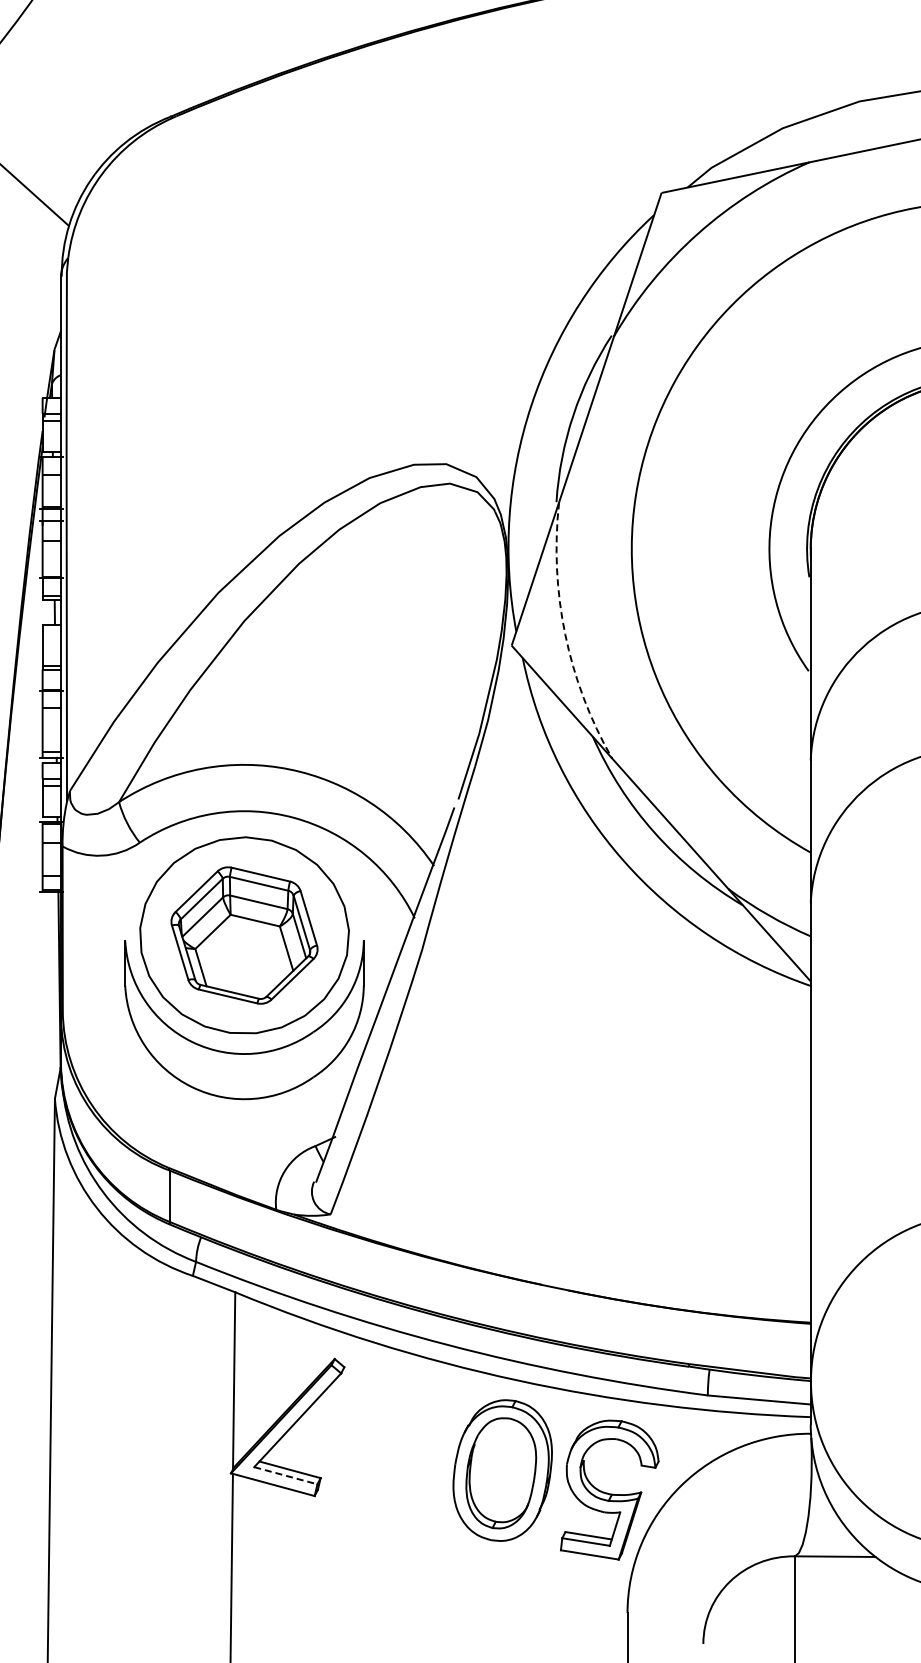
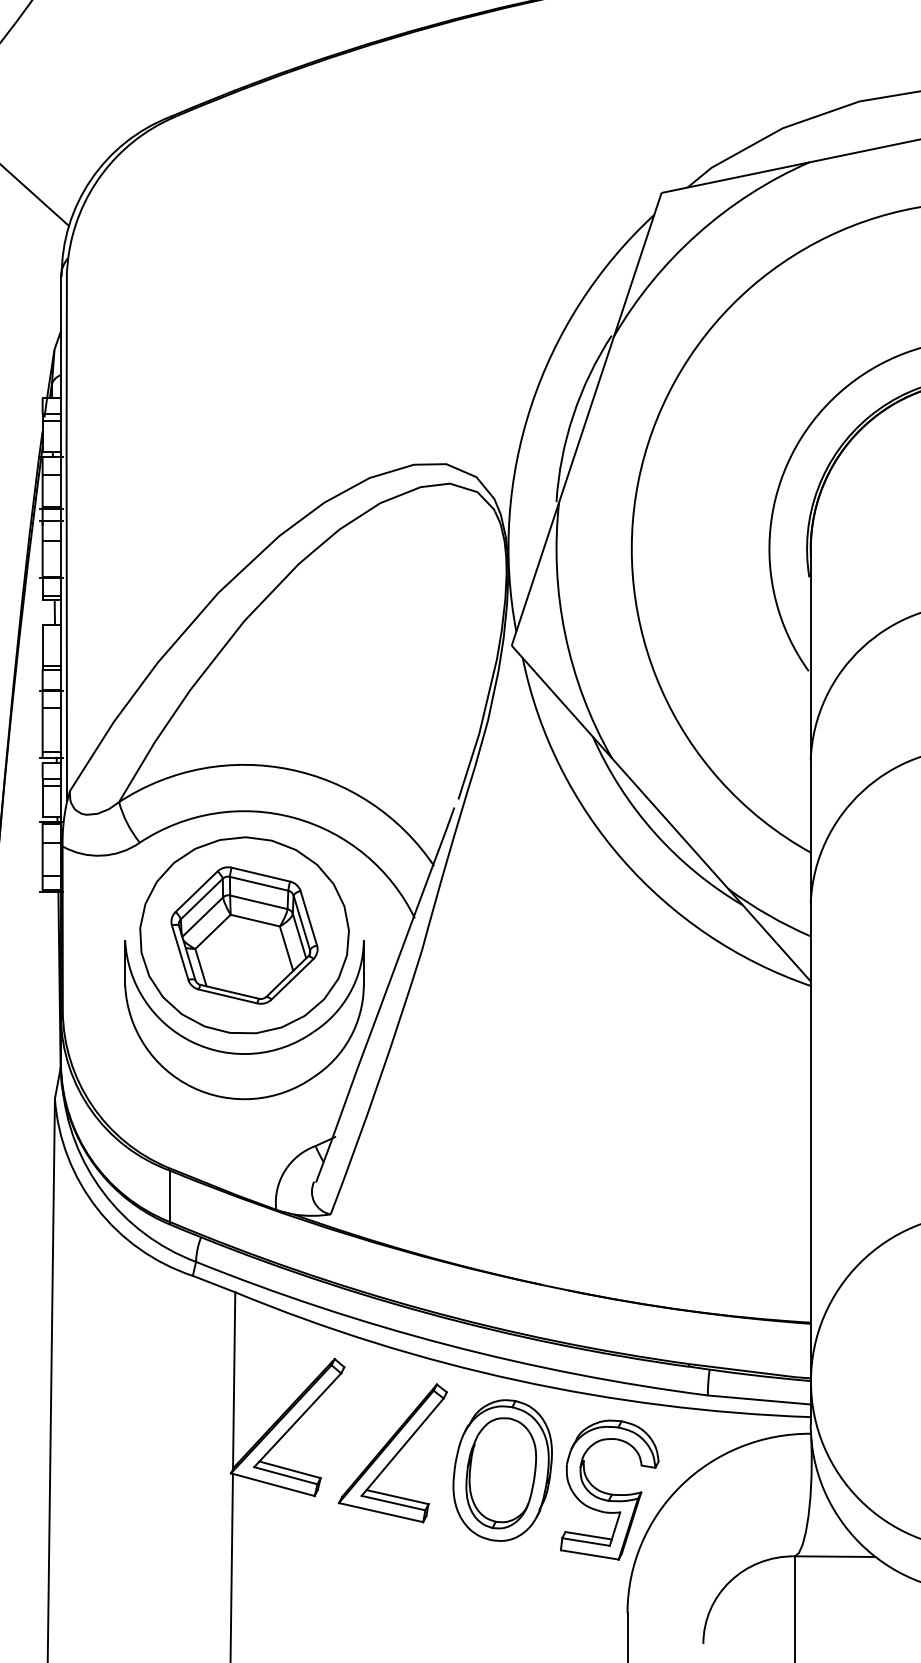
arc at (565, 634): dashed -> solid
part at (392, 1453): none -> present
line at (285, 1475): dashed -> solid
